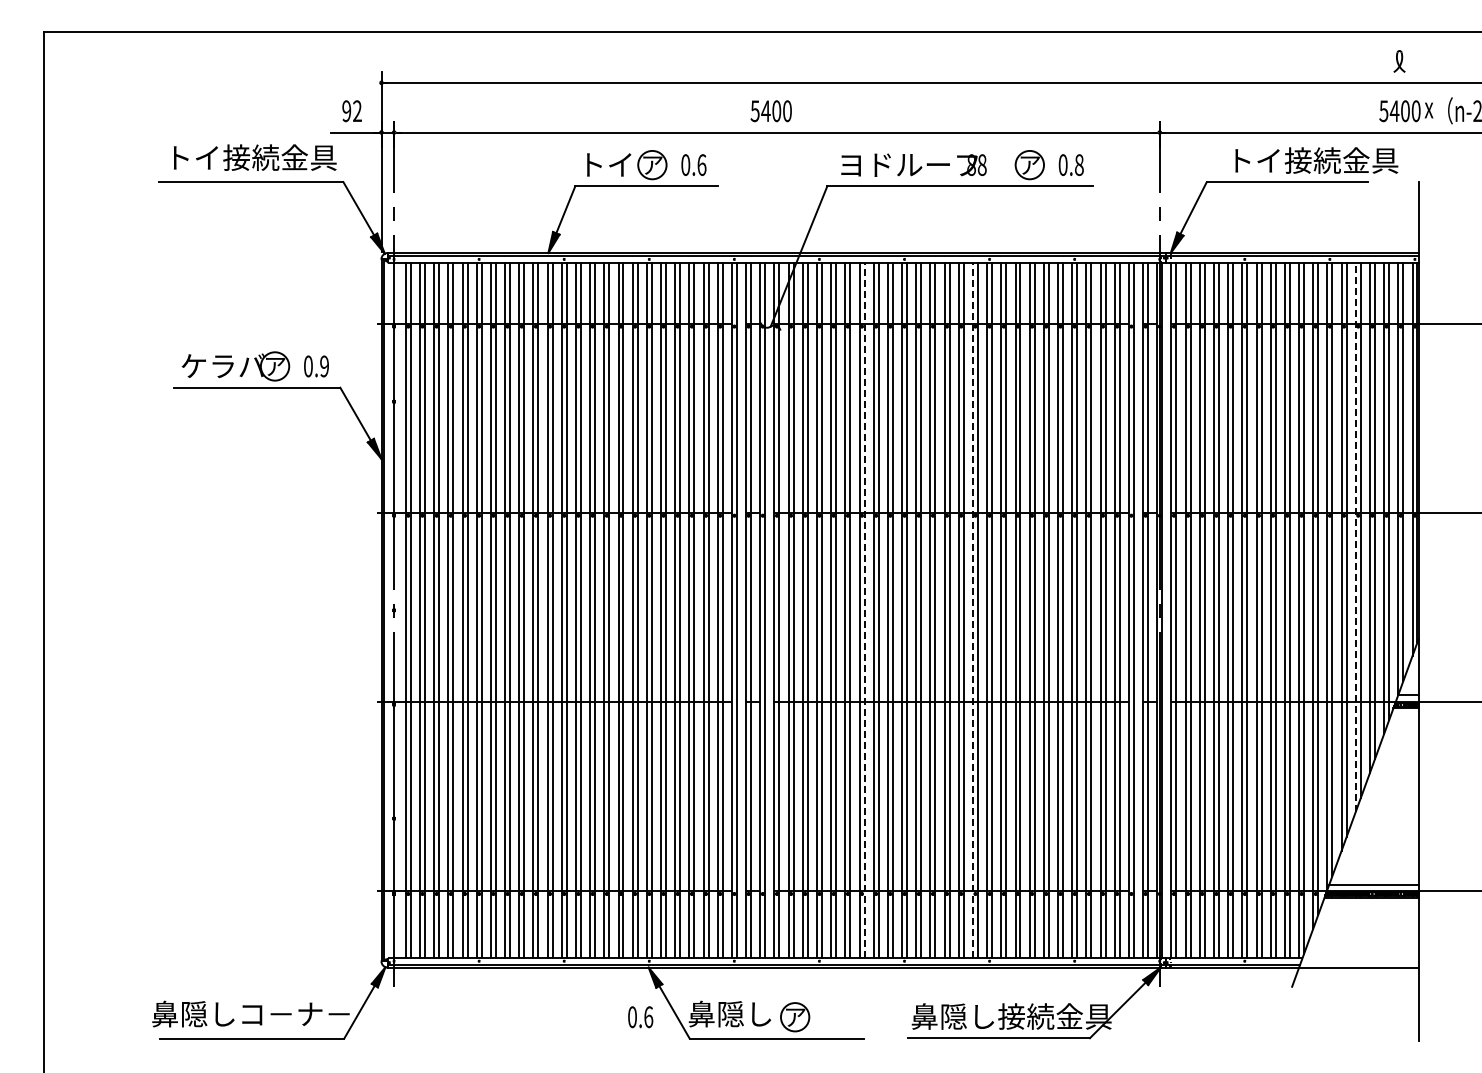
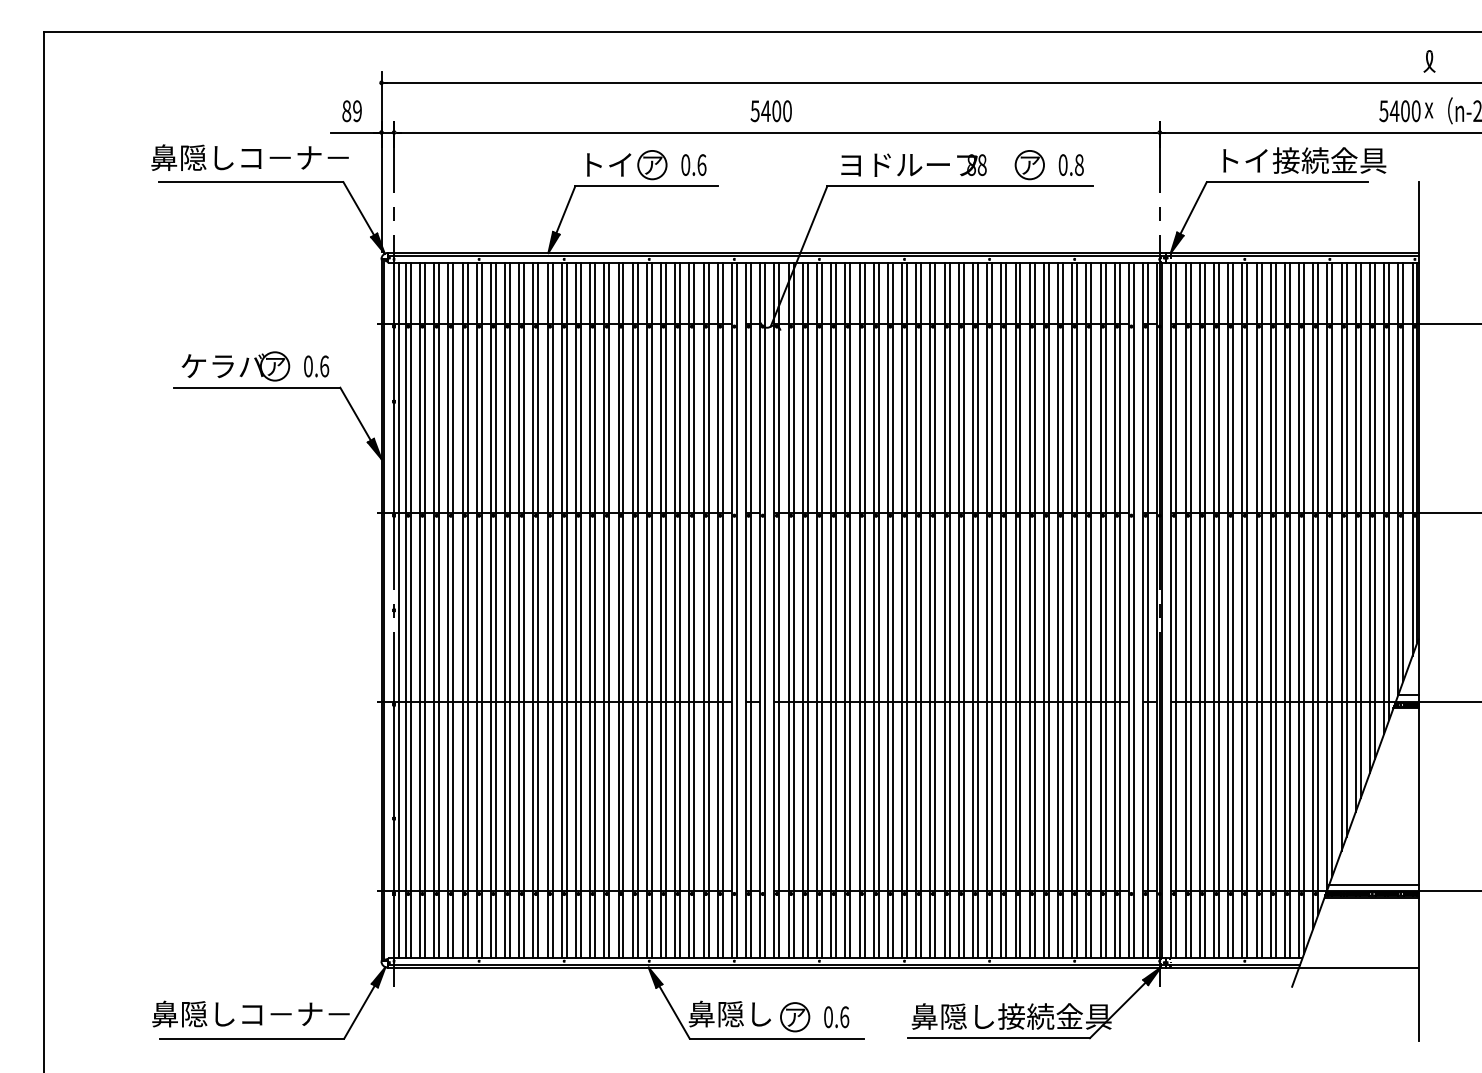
part at (1399, 61) position: (1399, 61) -> (1429, 61)
text at (351, 111): 92 -> 89
text at (249, 157): トイ接続金具 -> 鼻隠しコ－ナ－
text at (1316, 160) position: (1316, 160) -> (1304, 160)
text at (324, 366): 0.9 -> 0.6
line at (1355, 536): dashed -> solid
line at (398, 610): none -> present
line at (864, 610): dashed -> solid
line at (972, 610): dashed -> solid
text at (640, 1017) position: (640, 1017) -> (836, 1017)
